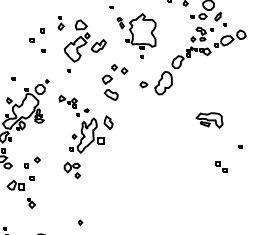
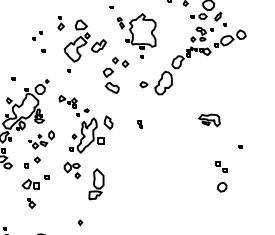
part at (36, 35) size: 16x15 px -> 11x10 px
part at (114, 81) position: (114, 81) -> (115, 74)
part at (209, 120) size: 29x17 px -> 24x15 px
part at (139, 124): none -> present
part at (41, 139): none -> present
part at (20, 183) position: (20, 183) -> (35, 182)
part at (96, 184): none -> present
part at (221, 187): none -> present
